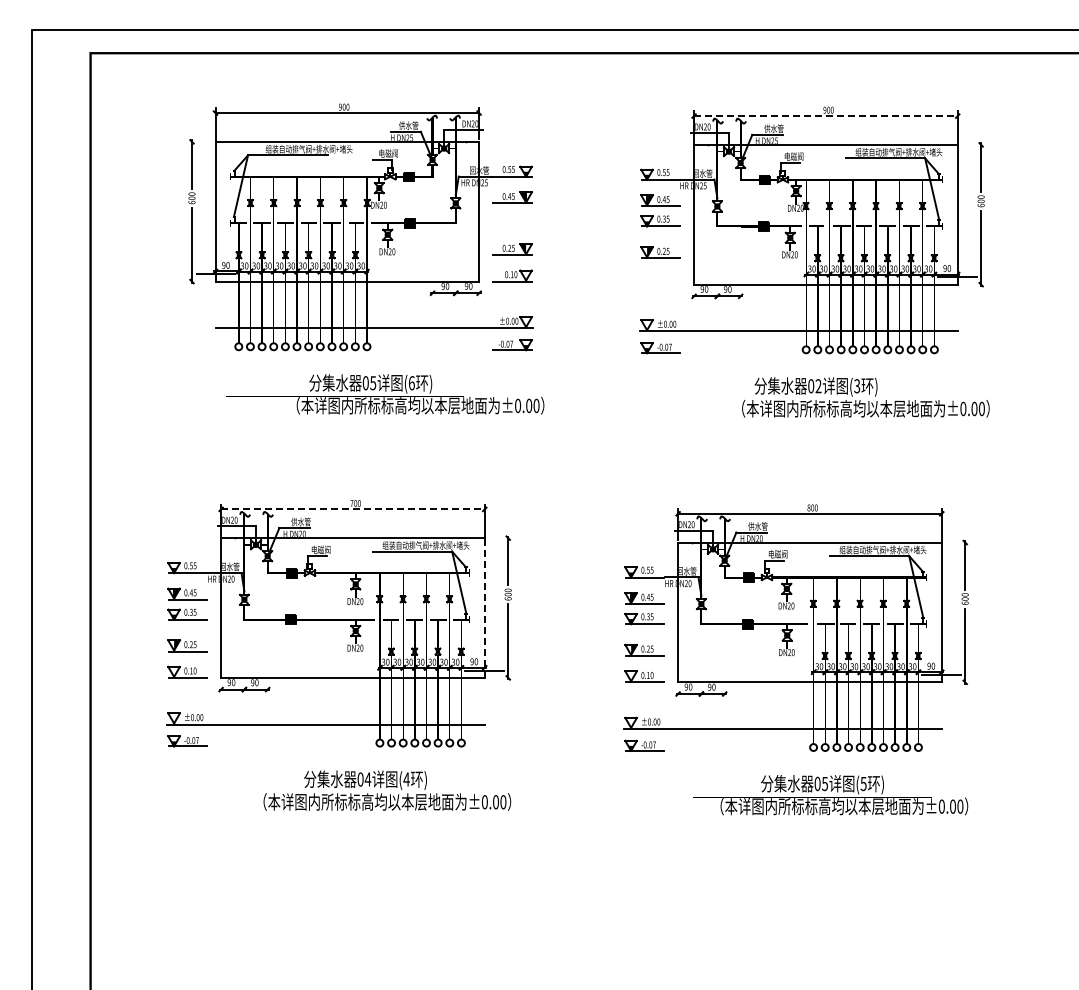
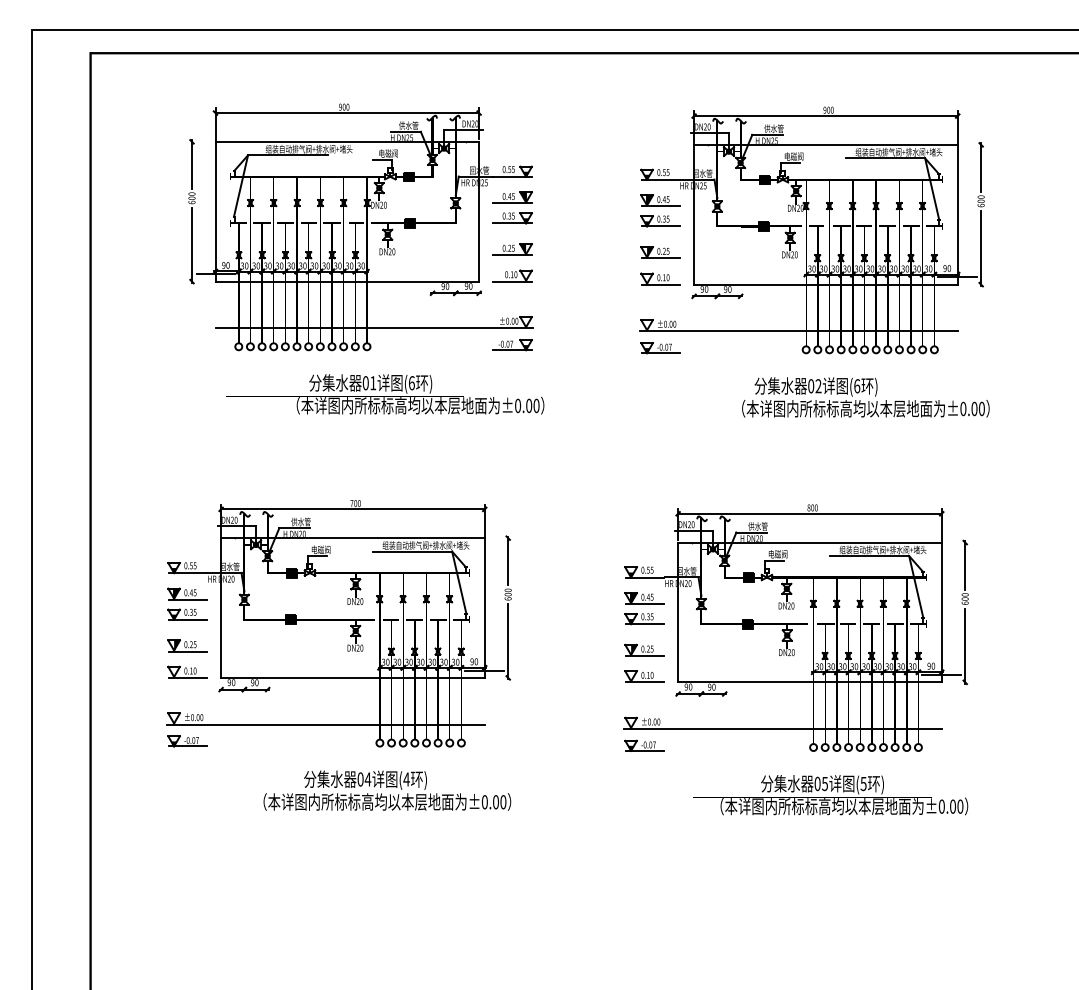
line at (825, 116): dashed -> solid
part at (512, 218): none -> present
part at (660, 278): none -> present
text at (373, 383): 05 -> 01
text at (857, 386): (3 -> (6
line at (352, 509): dashed -> solid
line at (484, 608): dashed -> solid
